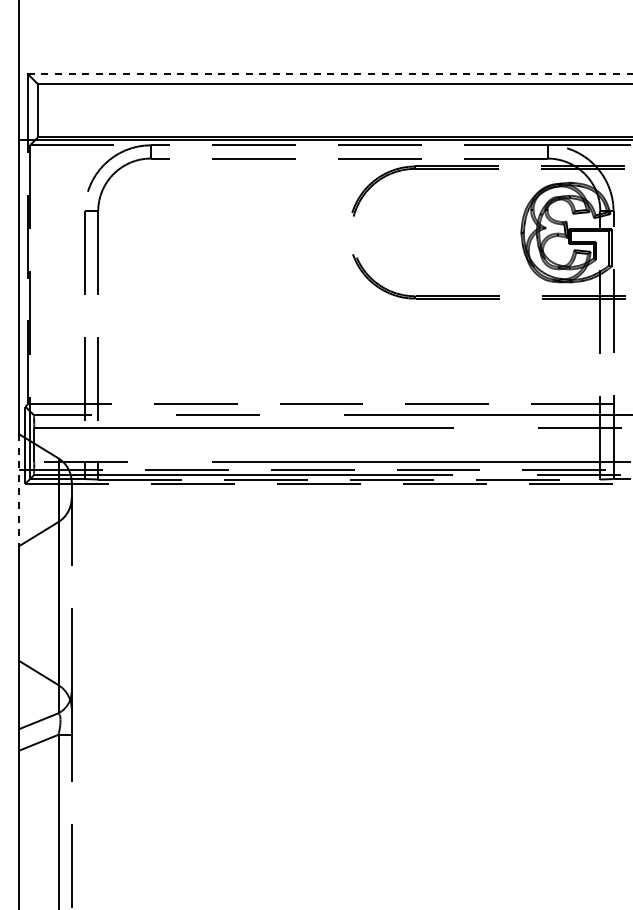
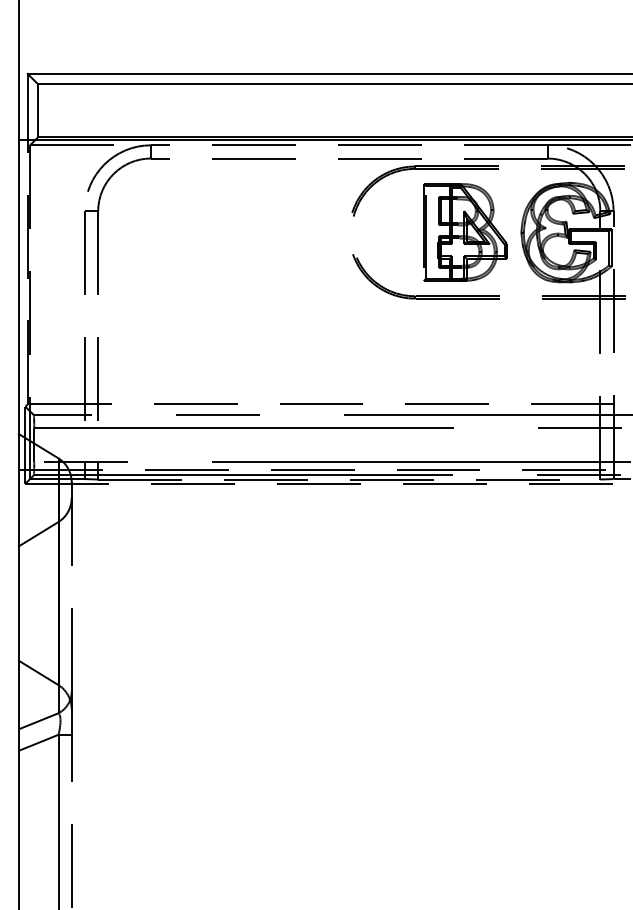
line at (329, 73): dashed -> solid
part at (465, 232): none -> present
line at (18, 490): dashed -> solid
